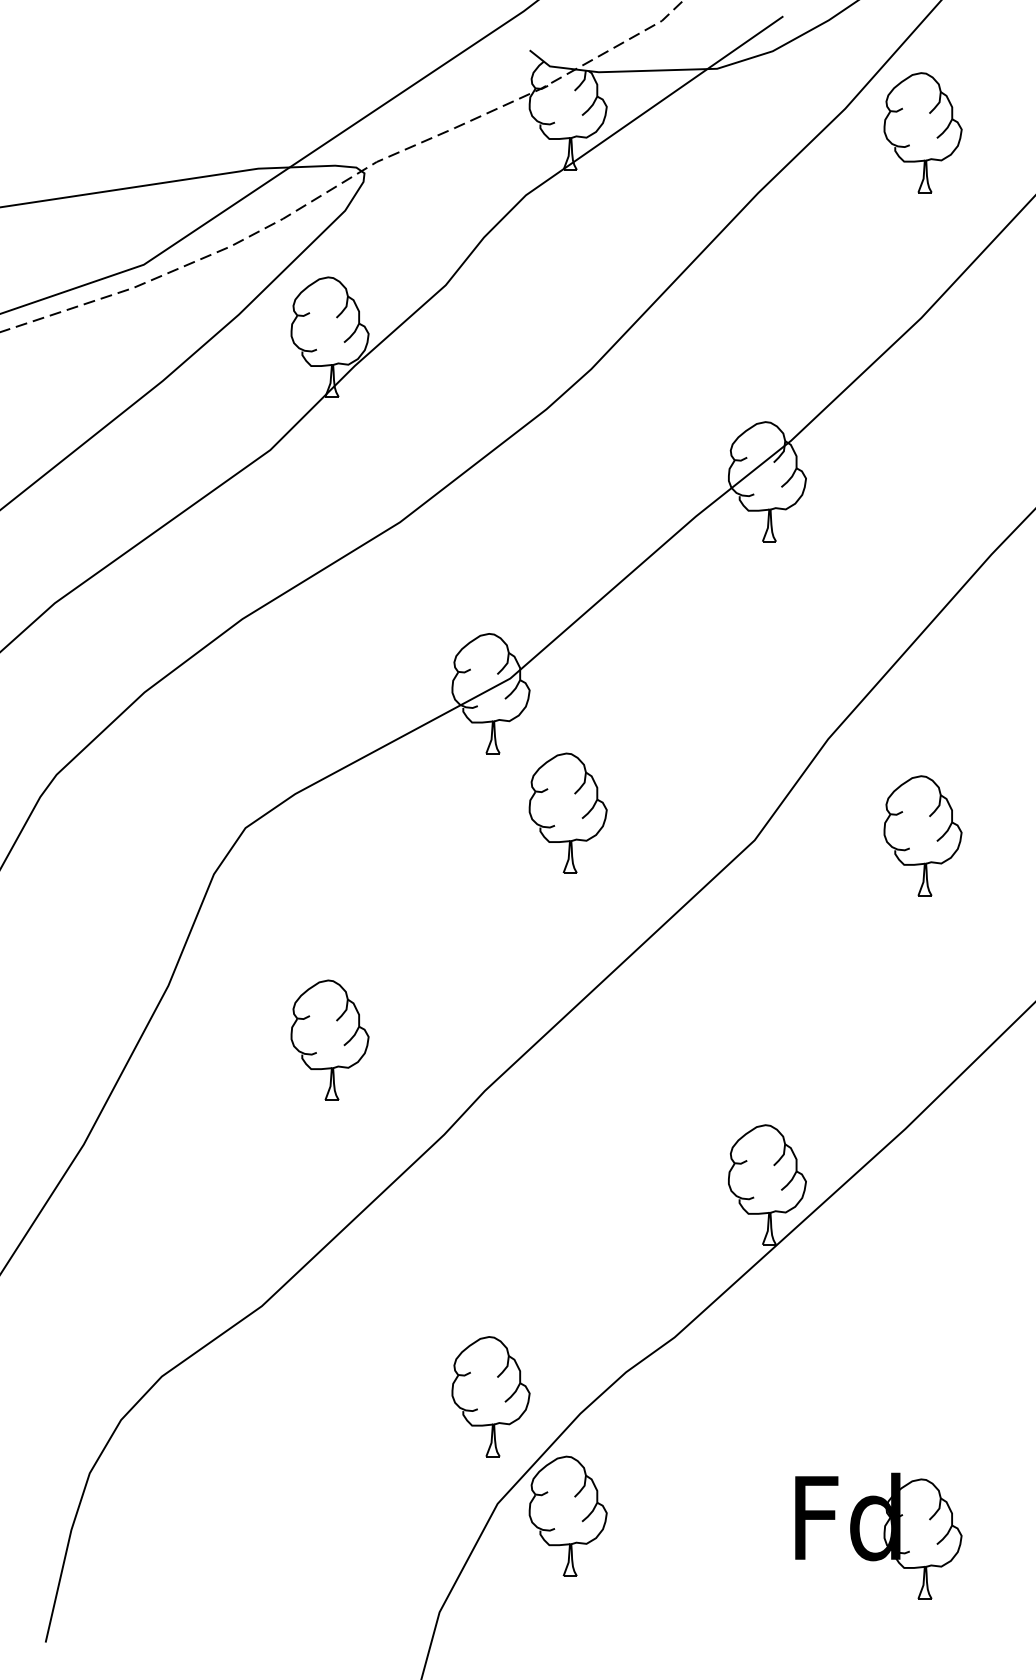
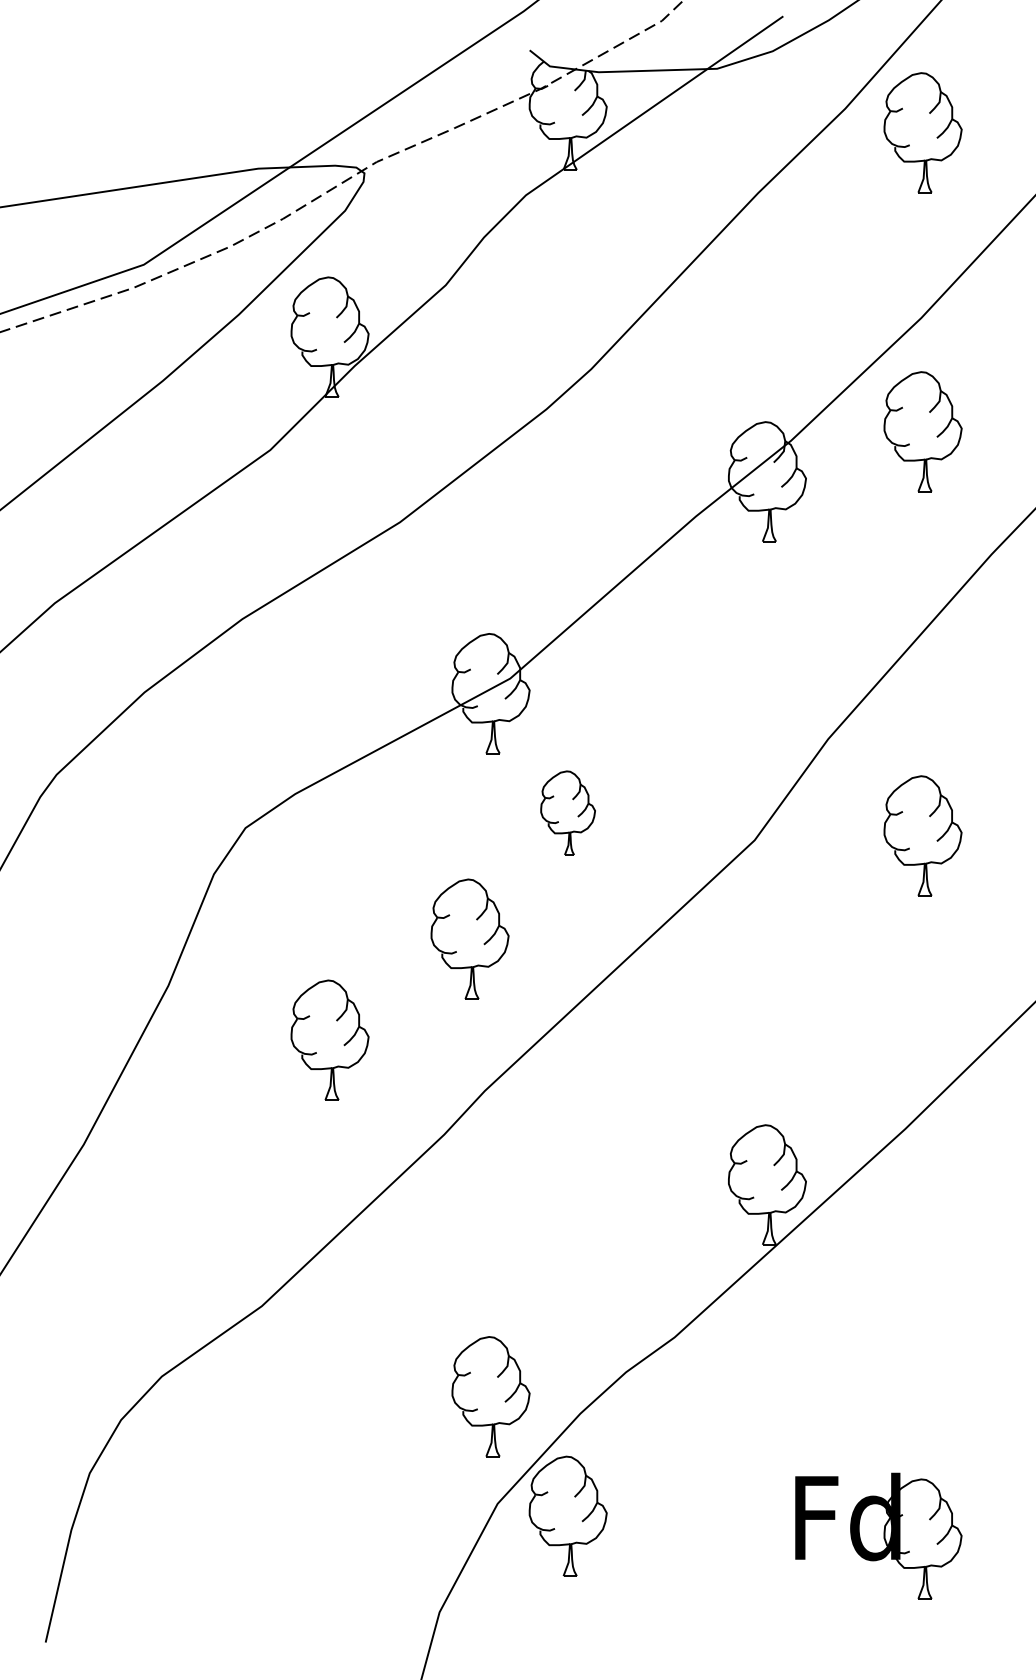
part at (922, 431): none -> present
part at (567, 812) size: 80x122 px -> 56x86 px
part at (469, 938): none -> present
